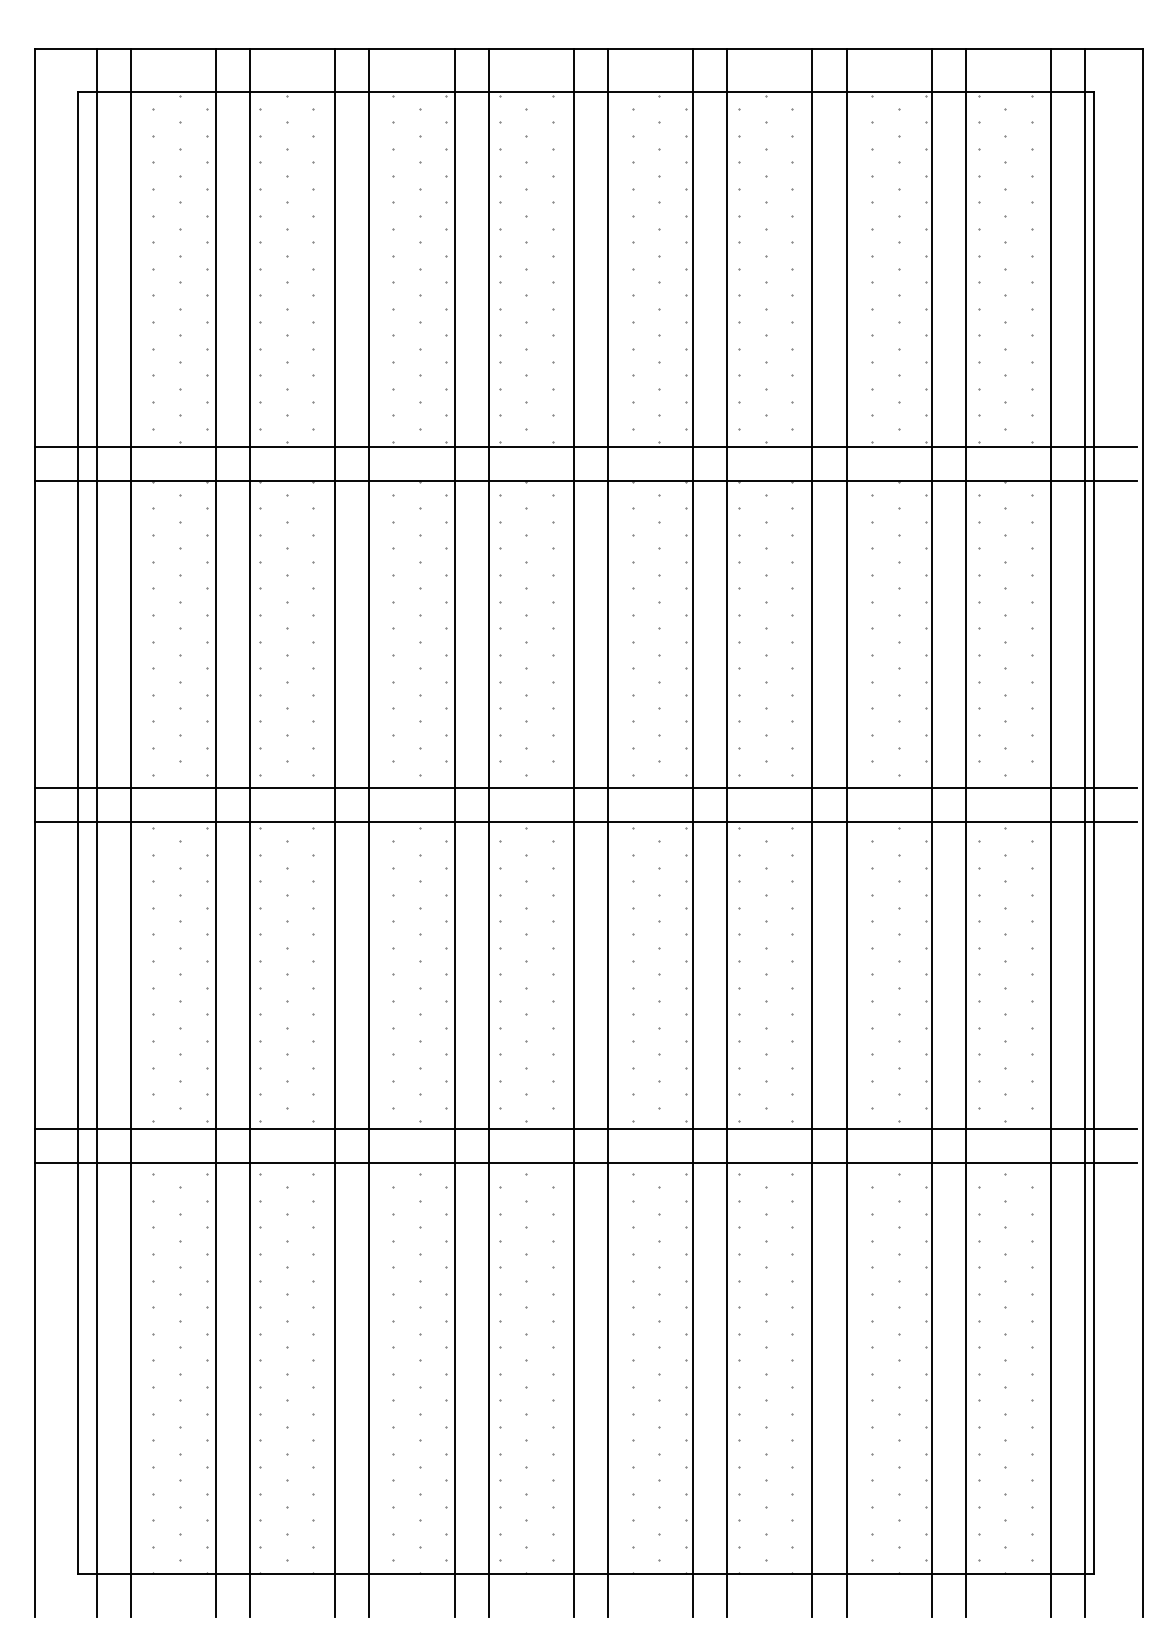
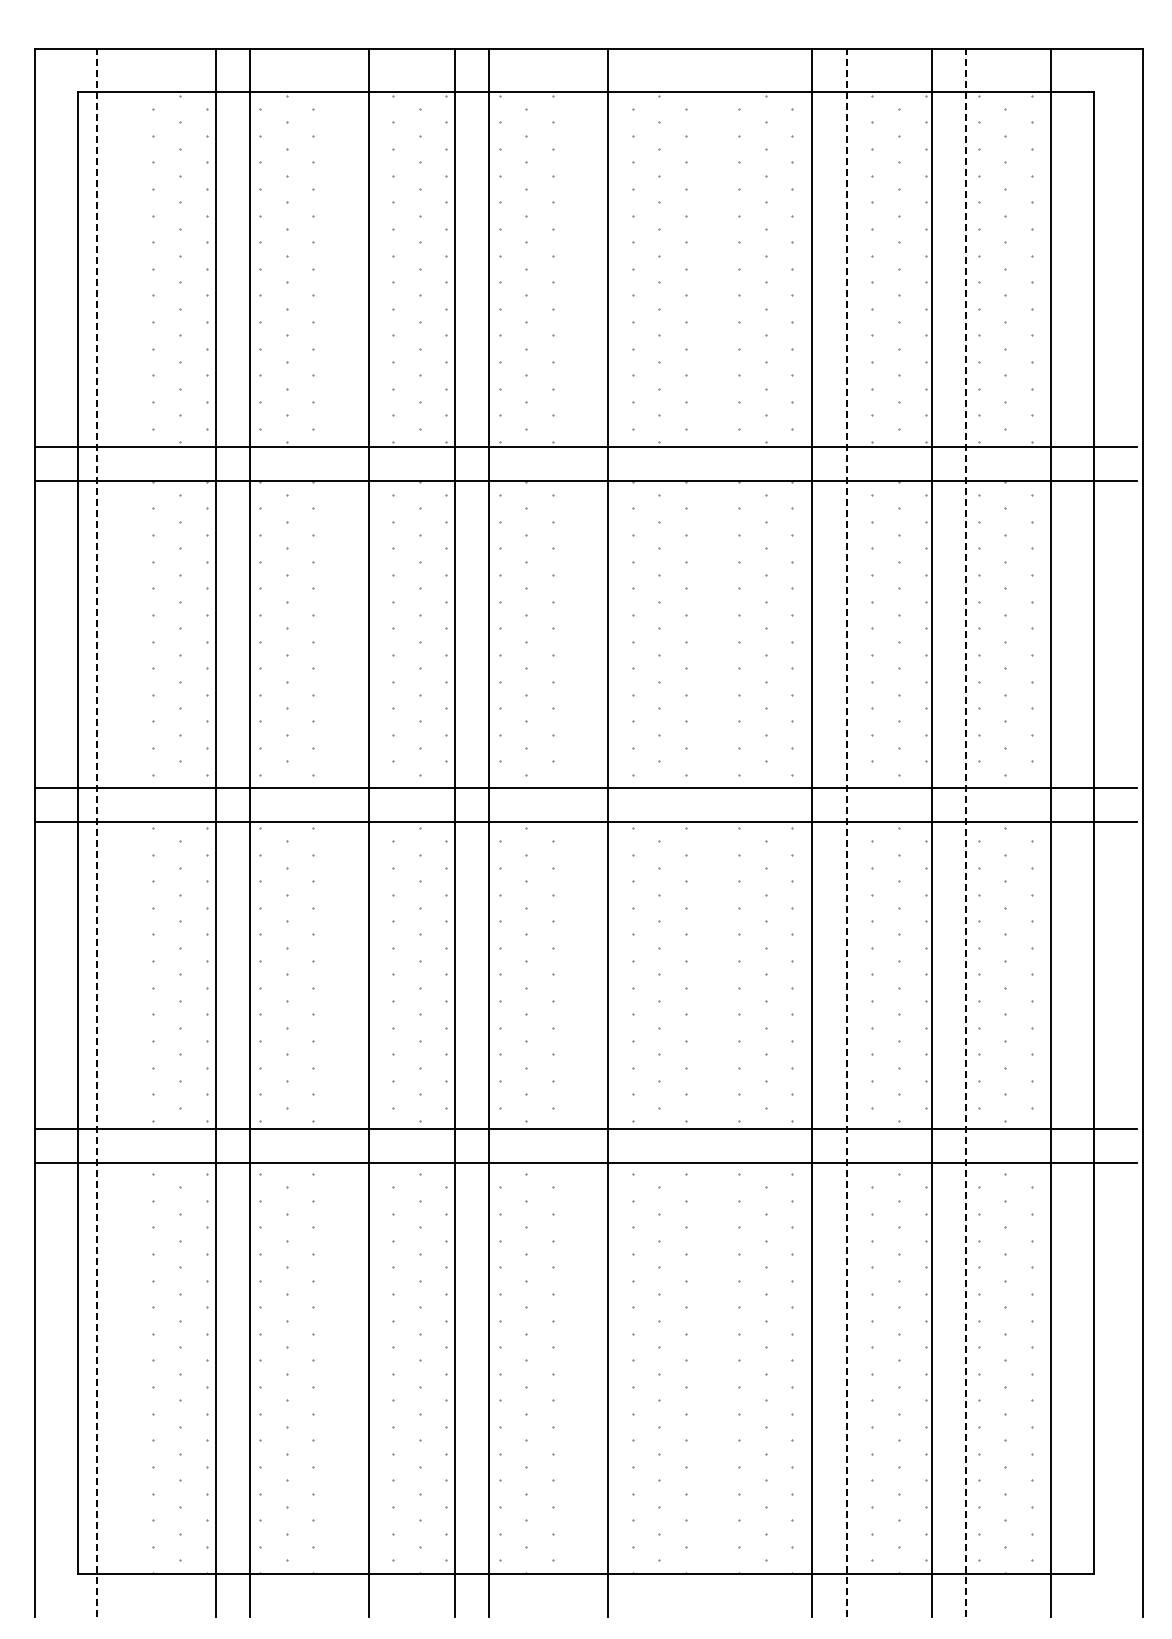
line at (96, 832): solid -> dashed
line at (130, 832): present -> none
line at (335, 832): present -> none
line at (573, 832): present -> none
line at (693, 832): present -> none
line at (727, 832): present -> none
line at (846, 832): solid -> dashed
line at (965, 832): solid -> dashed
line at (1085, 832): present -> none
